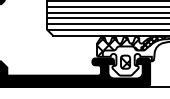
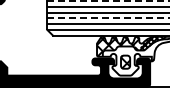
line at (108, 1): solid -> dashed
line at (108, 18): solid -> dashed
